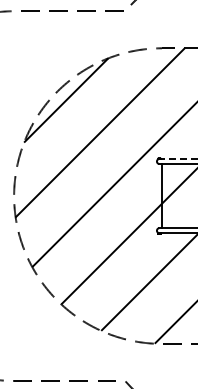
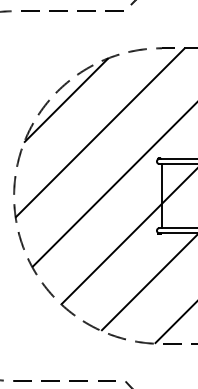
line at (178, 159): dashed -> solid
